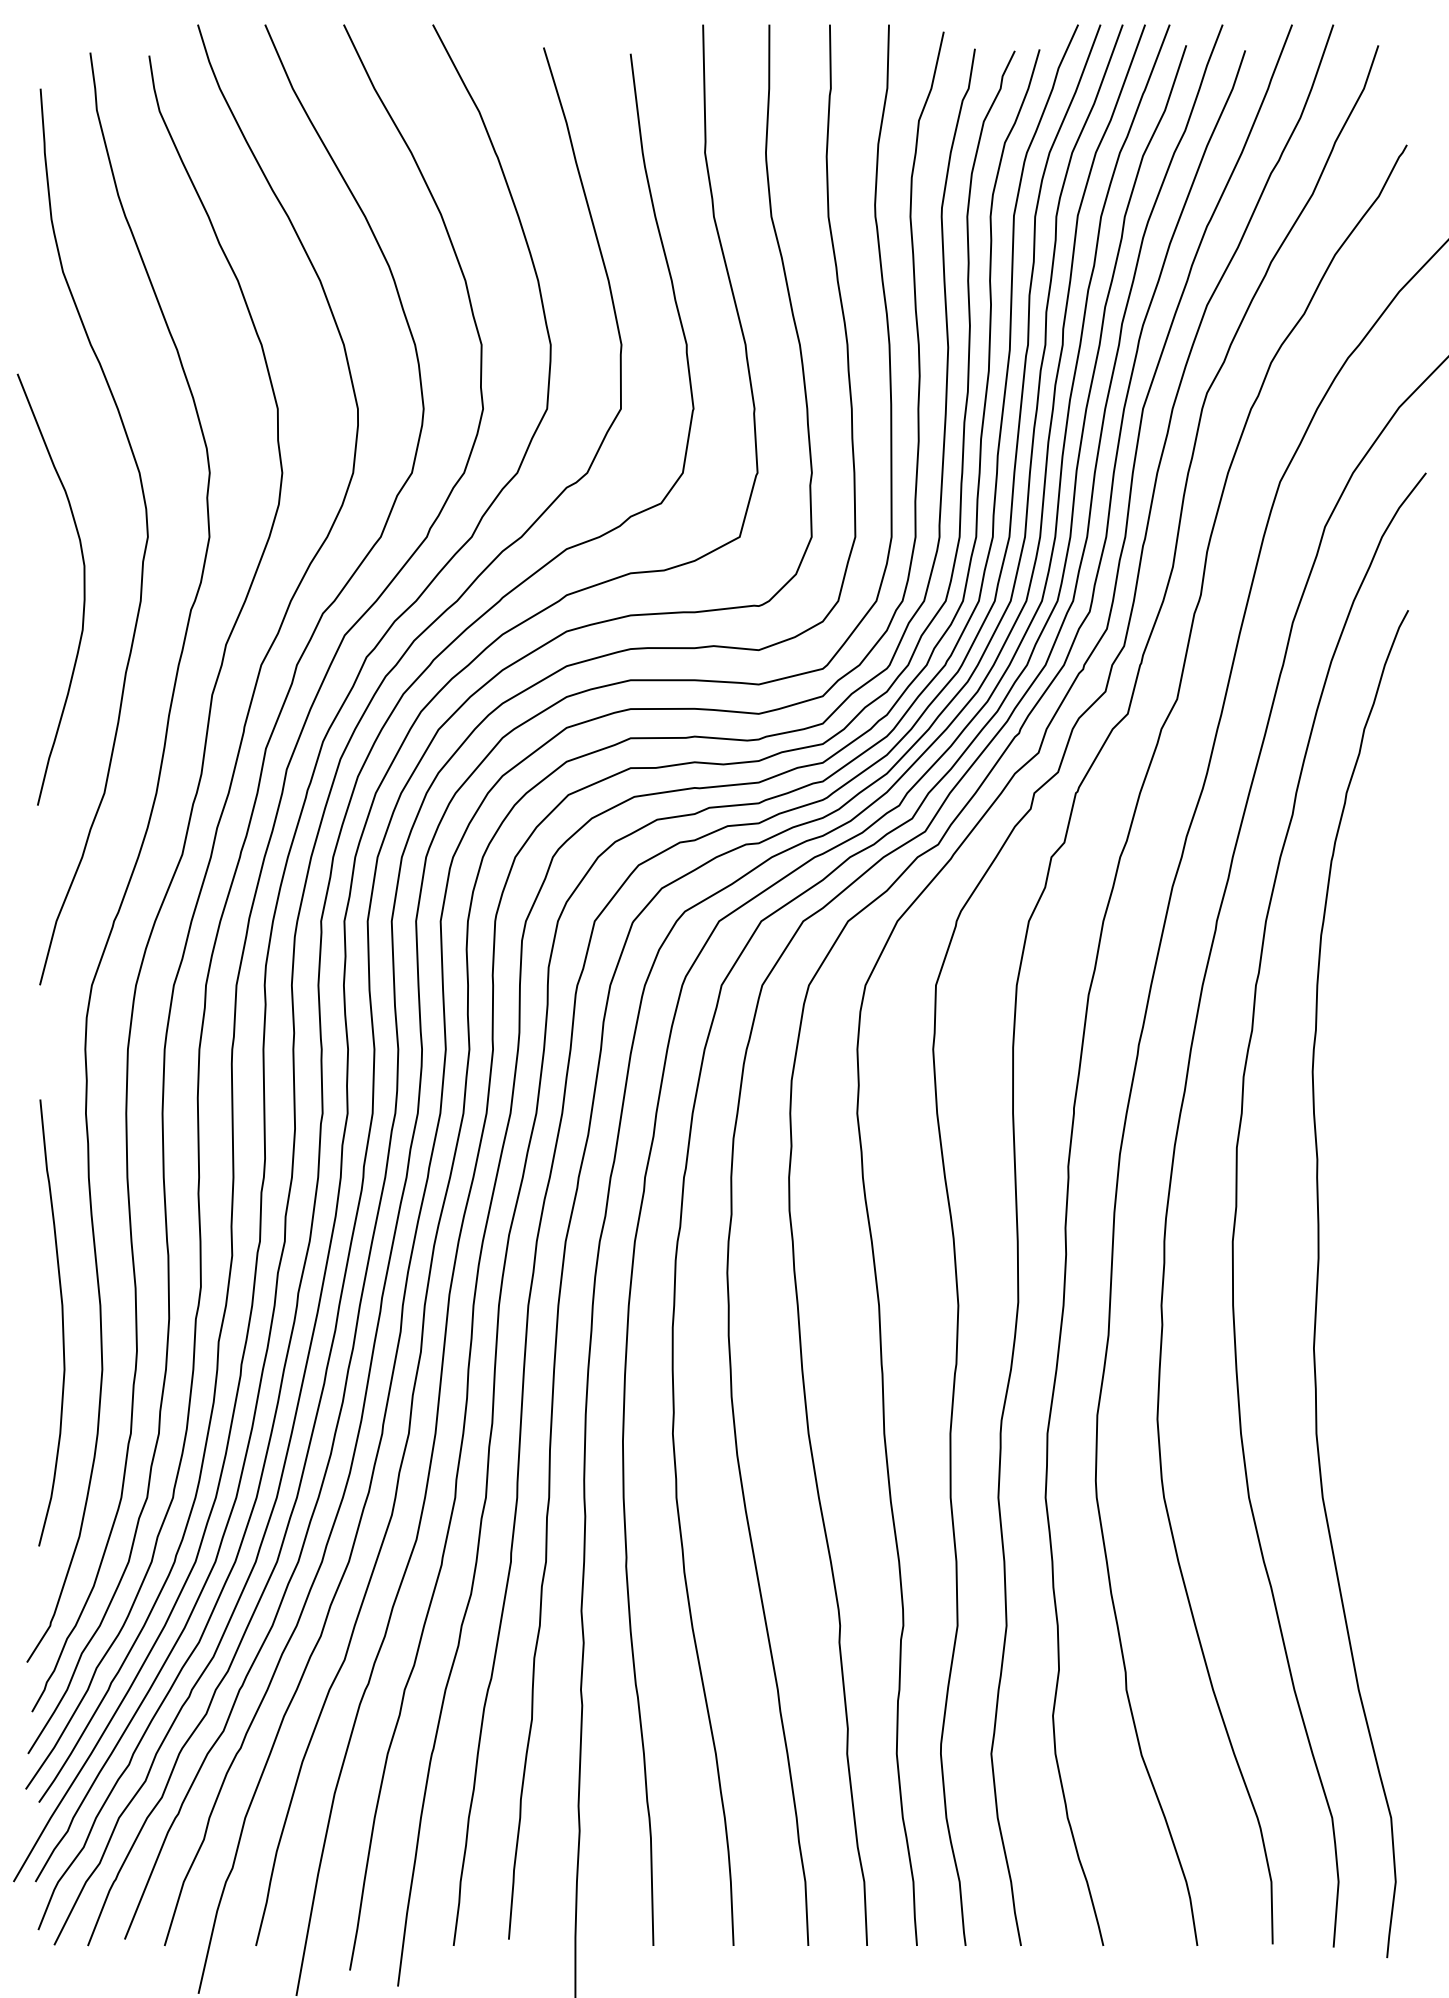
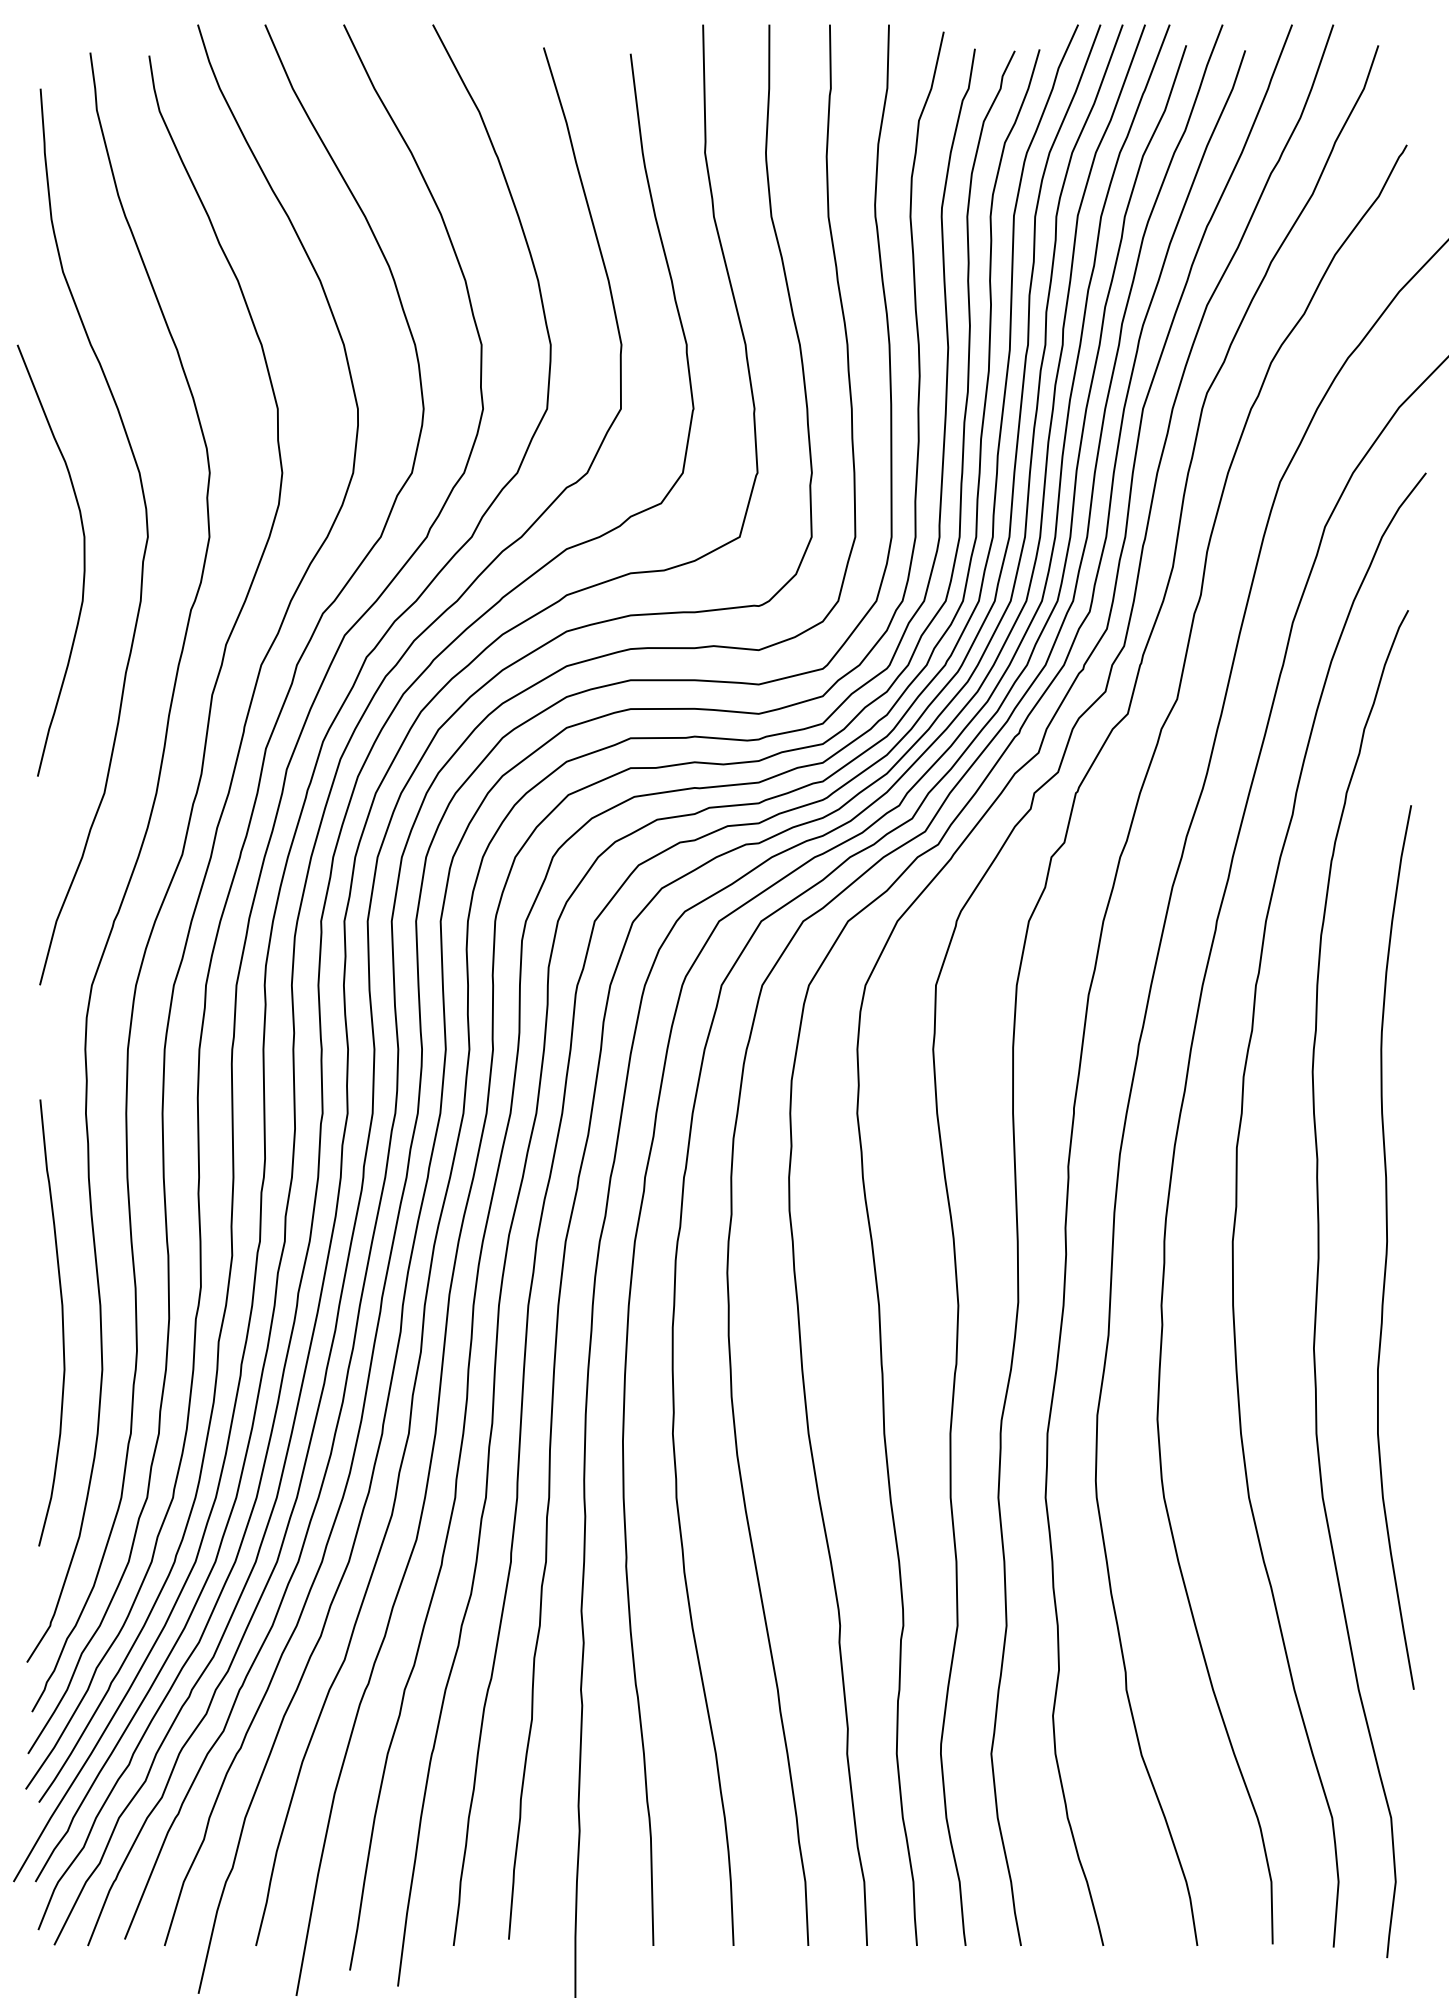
curve at (83, 589) position: (83, 589) -> (83, 560)
curve at (1387, 1247): none -> present
